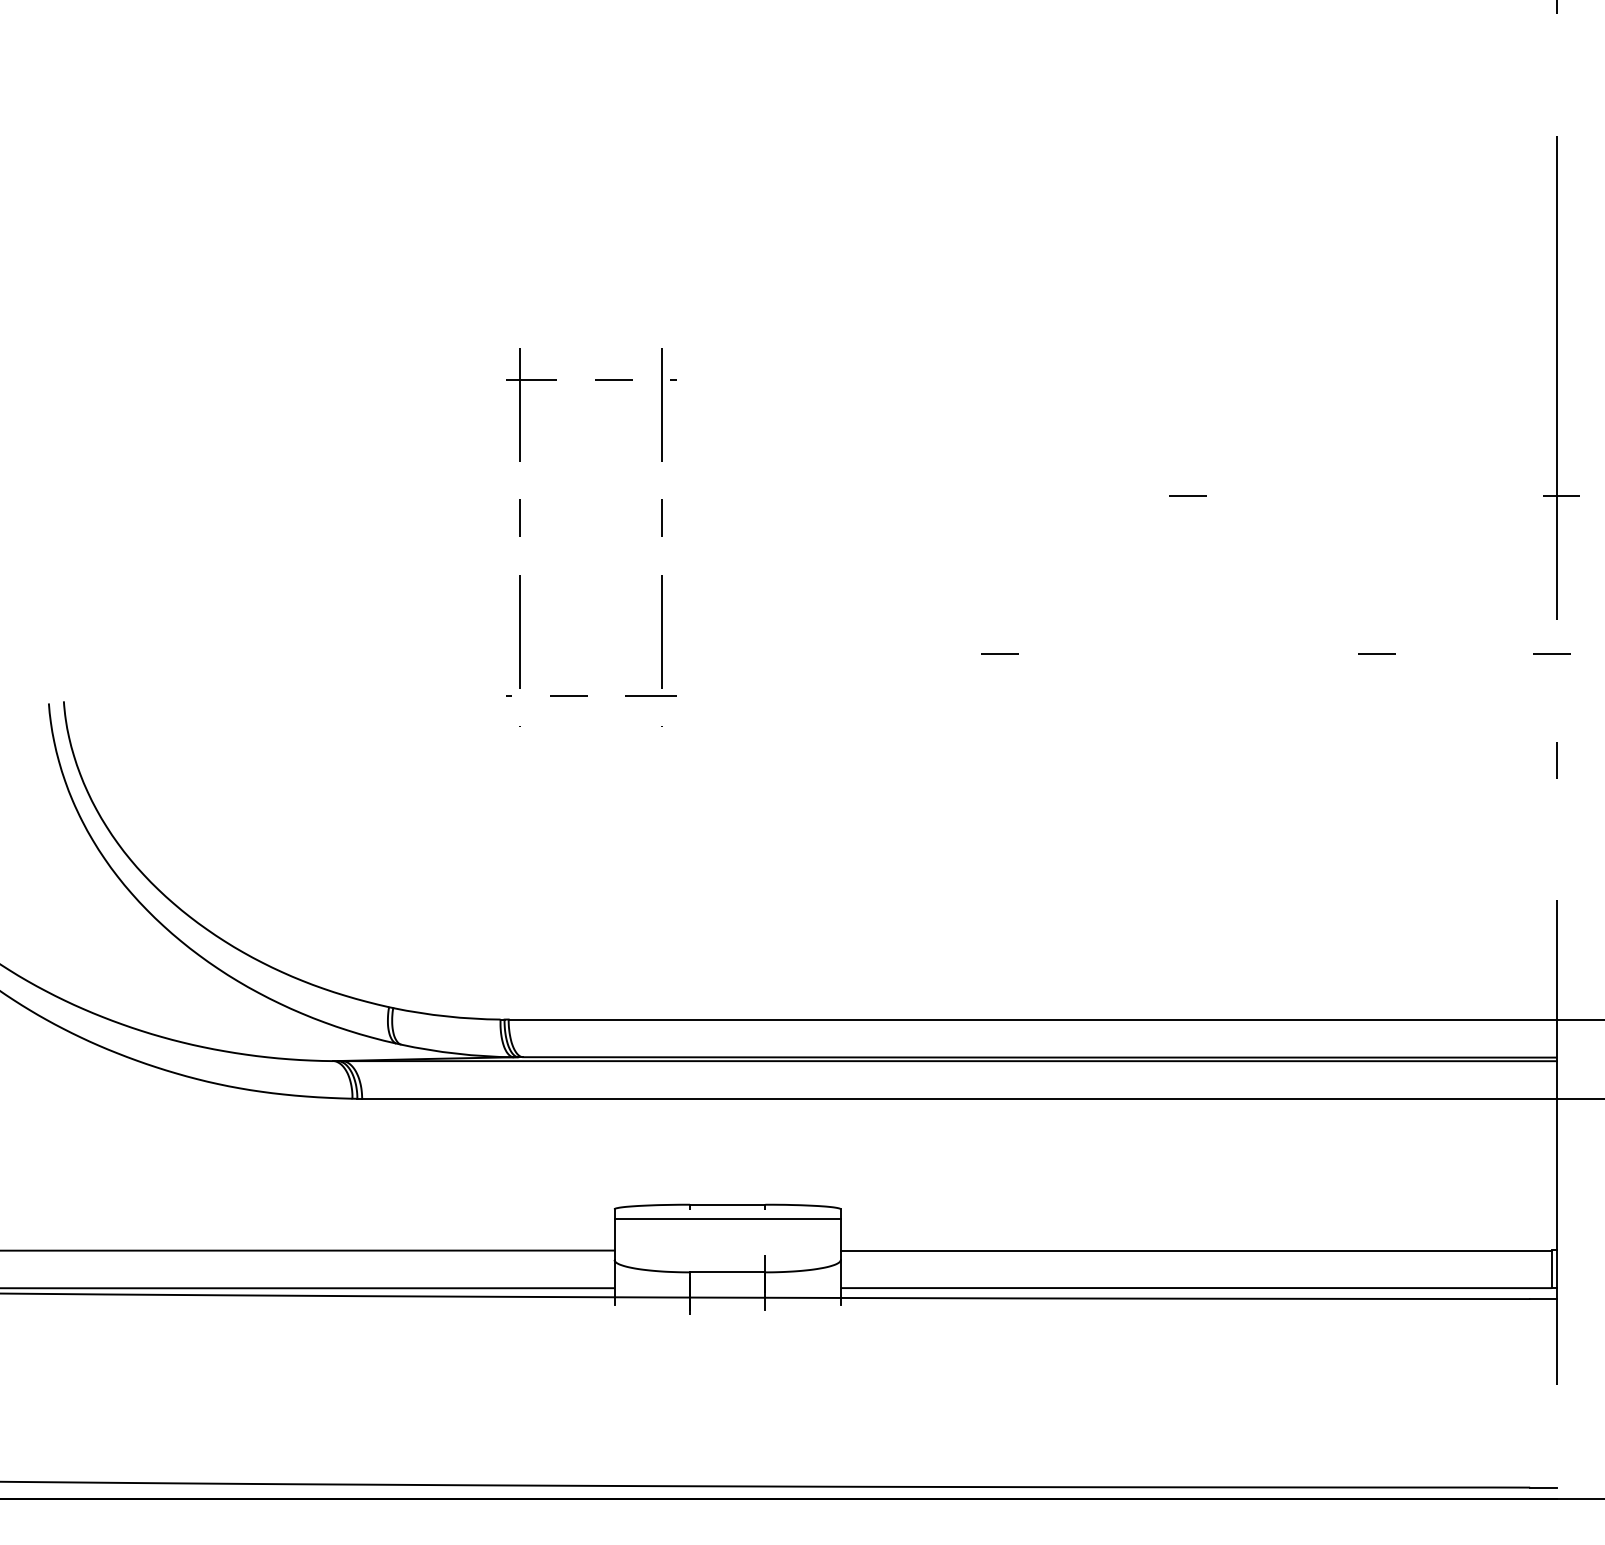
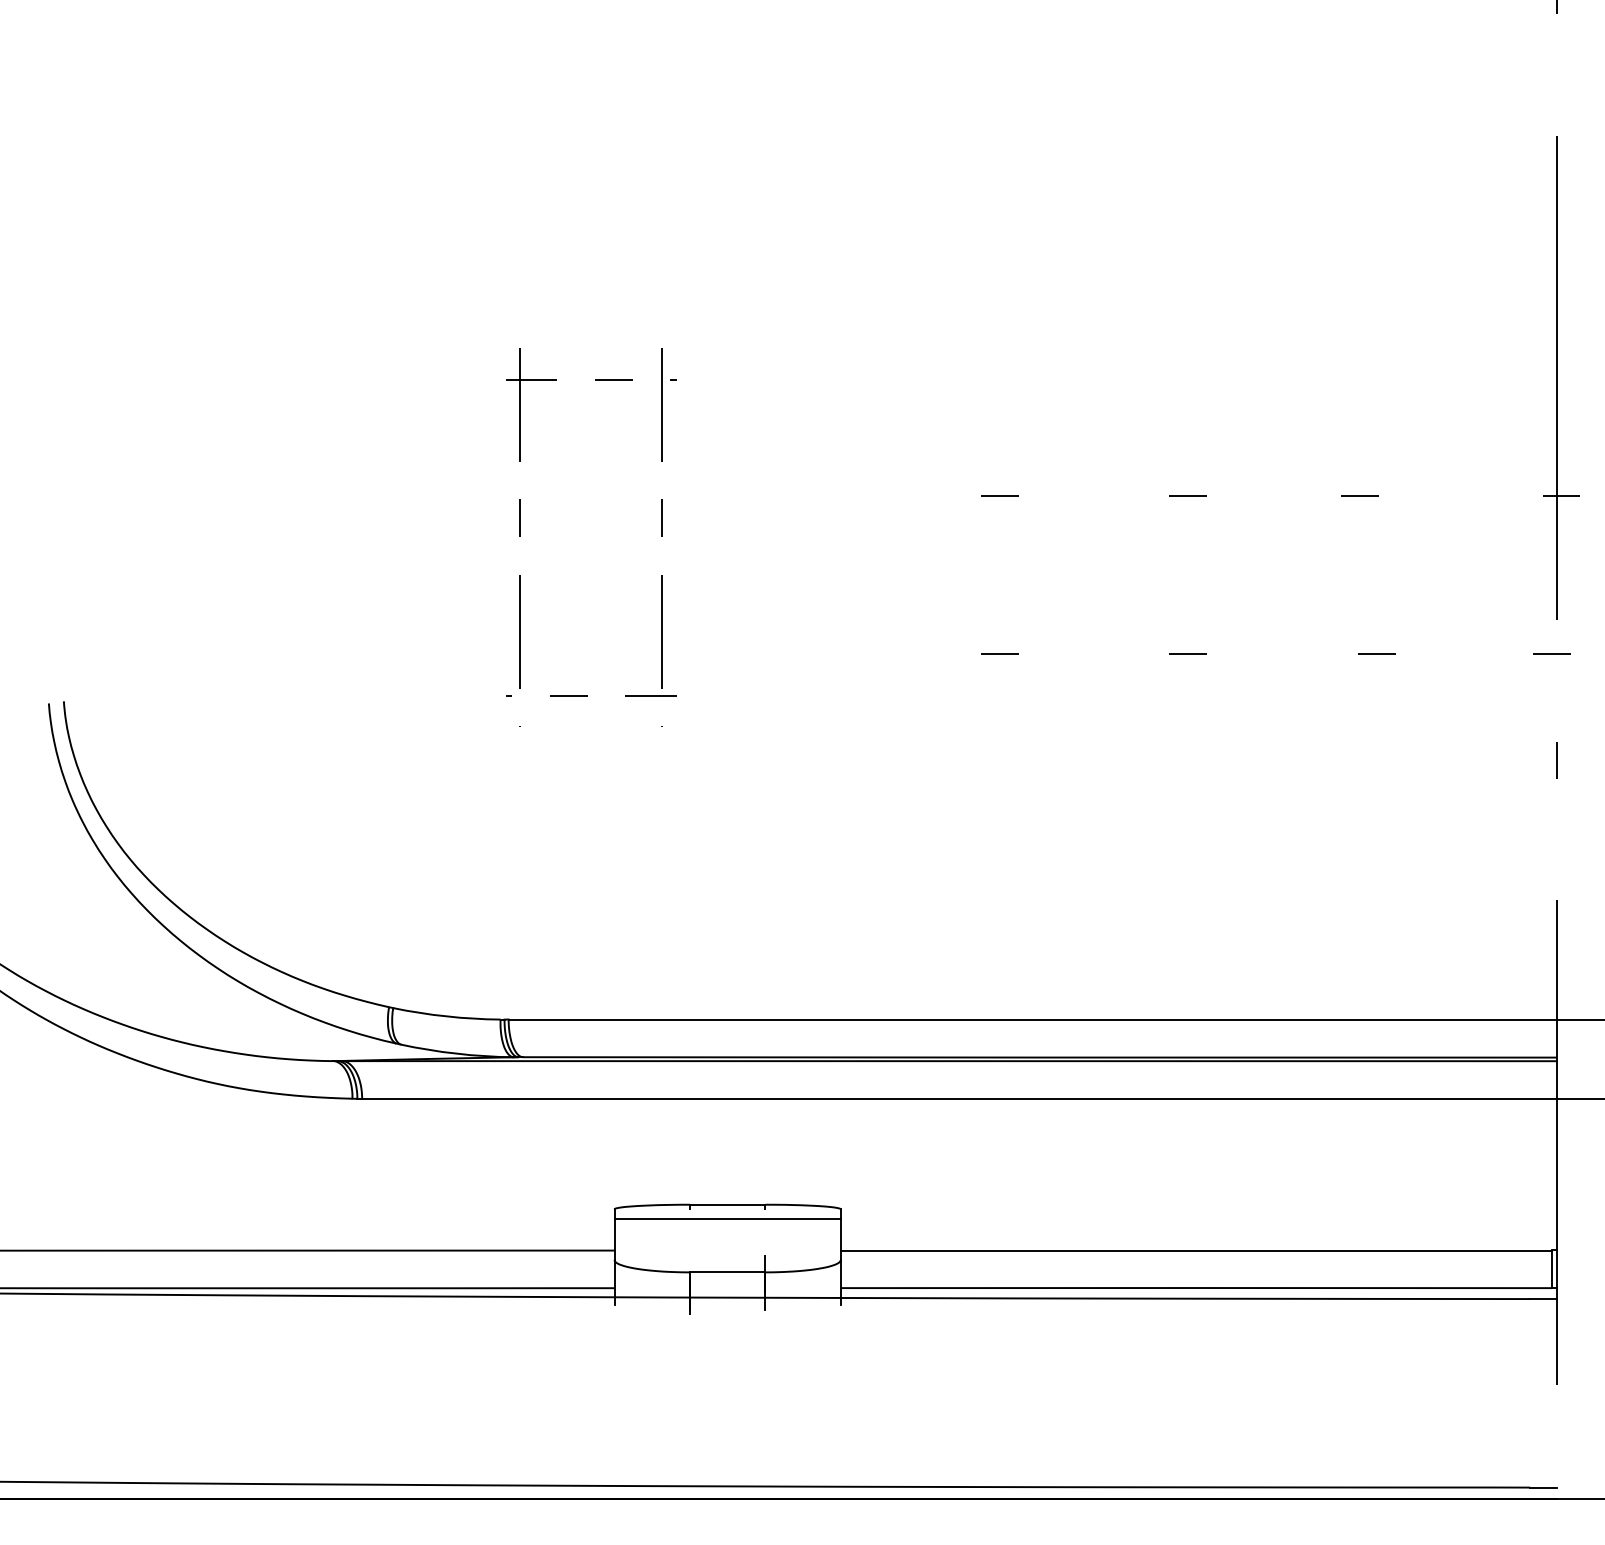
line at (999, 495): none -> present
line at (1359, 495): none -> present
line at (1187, 653): none -> present
